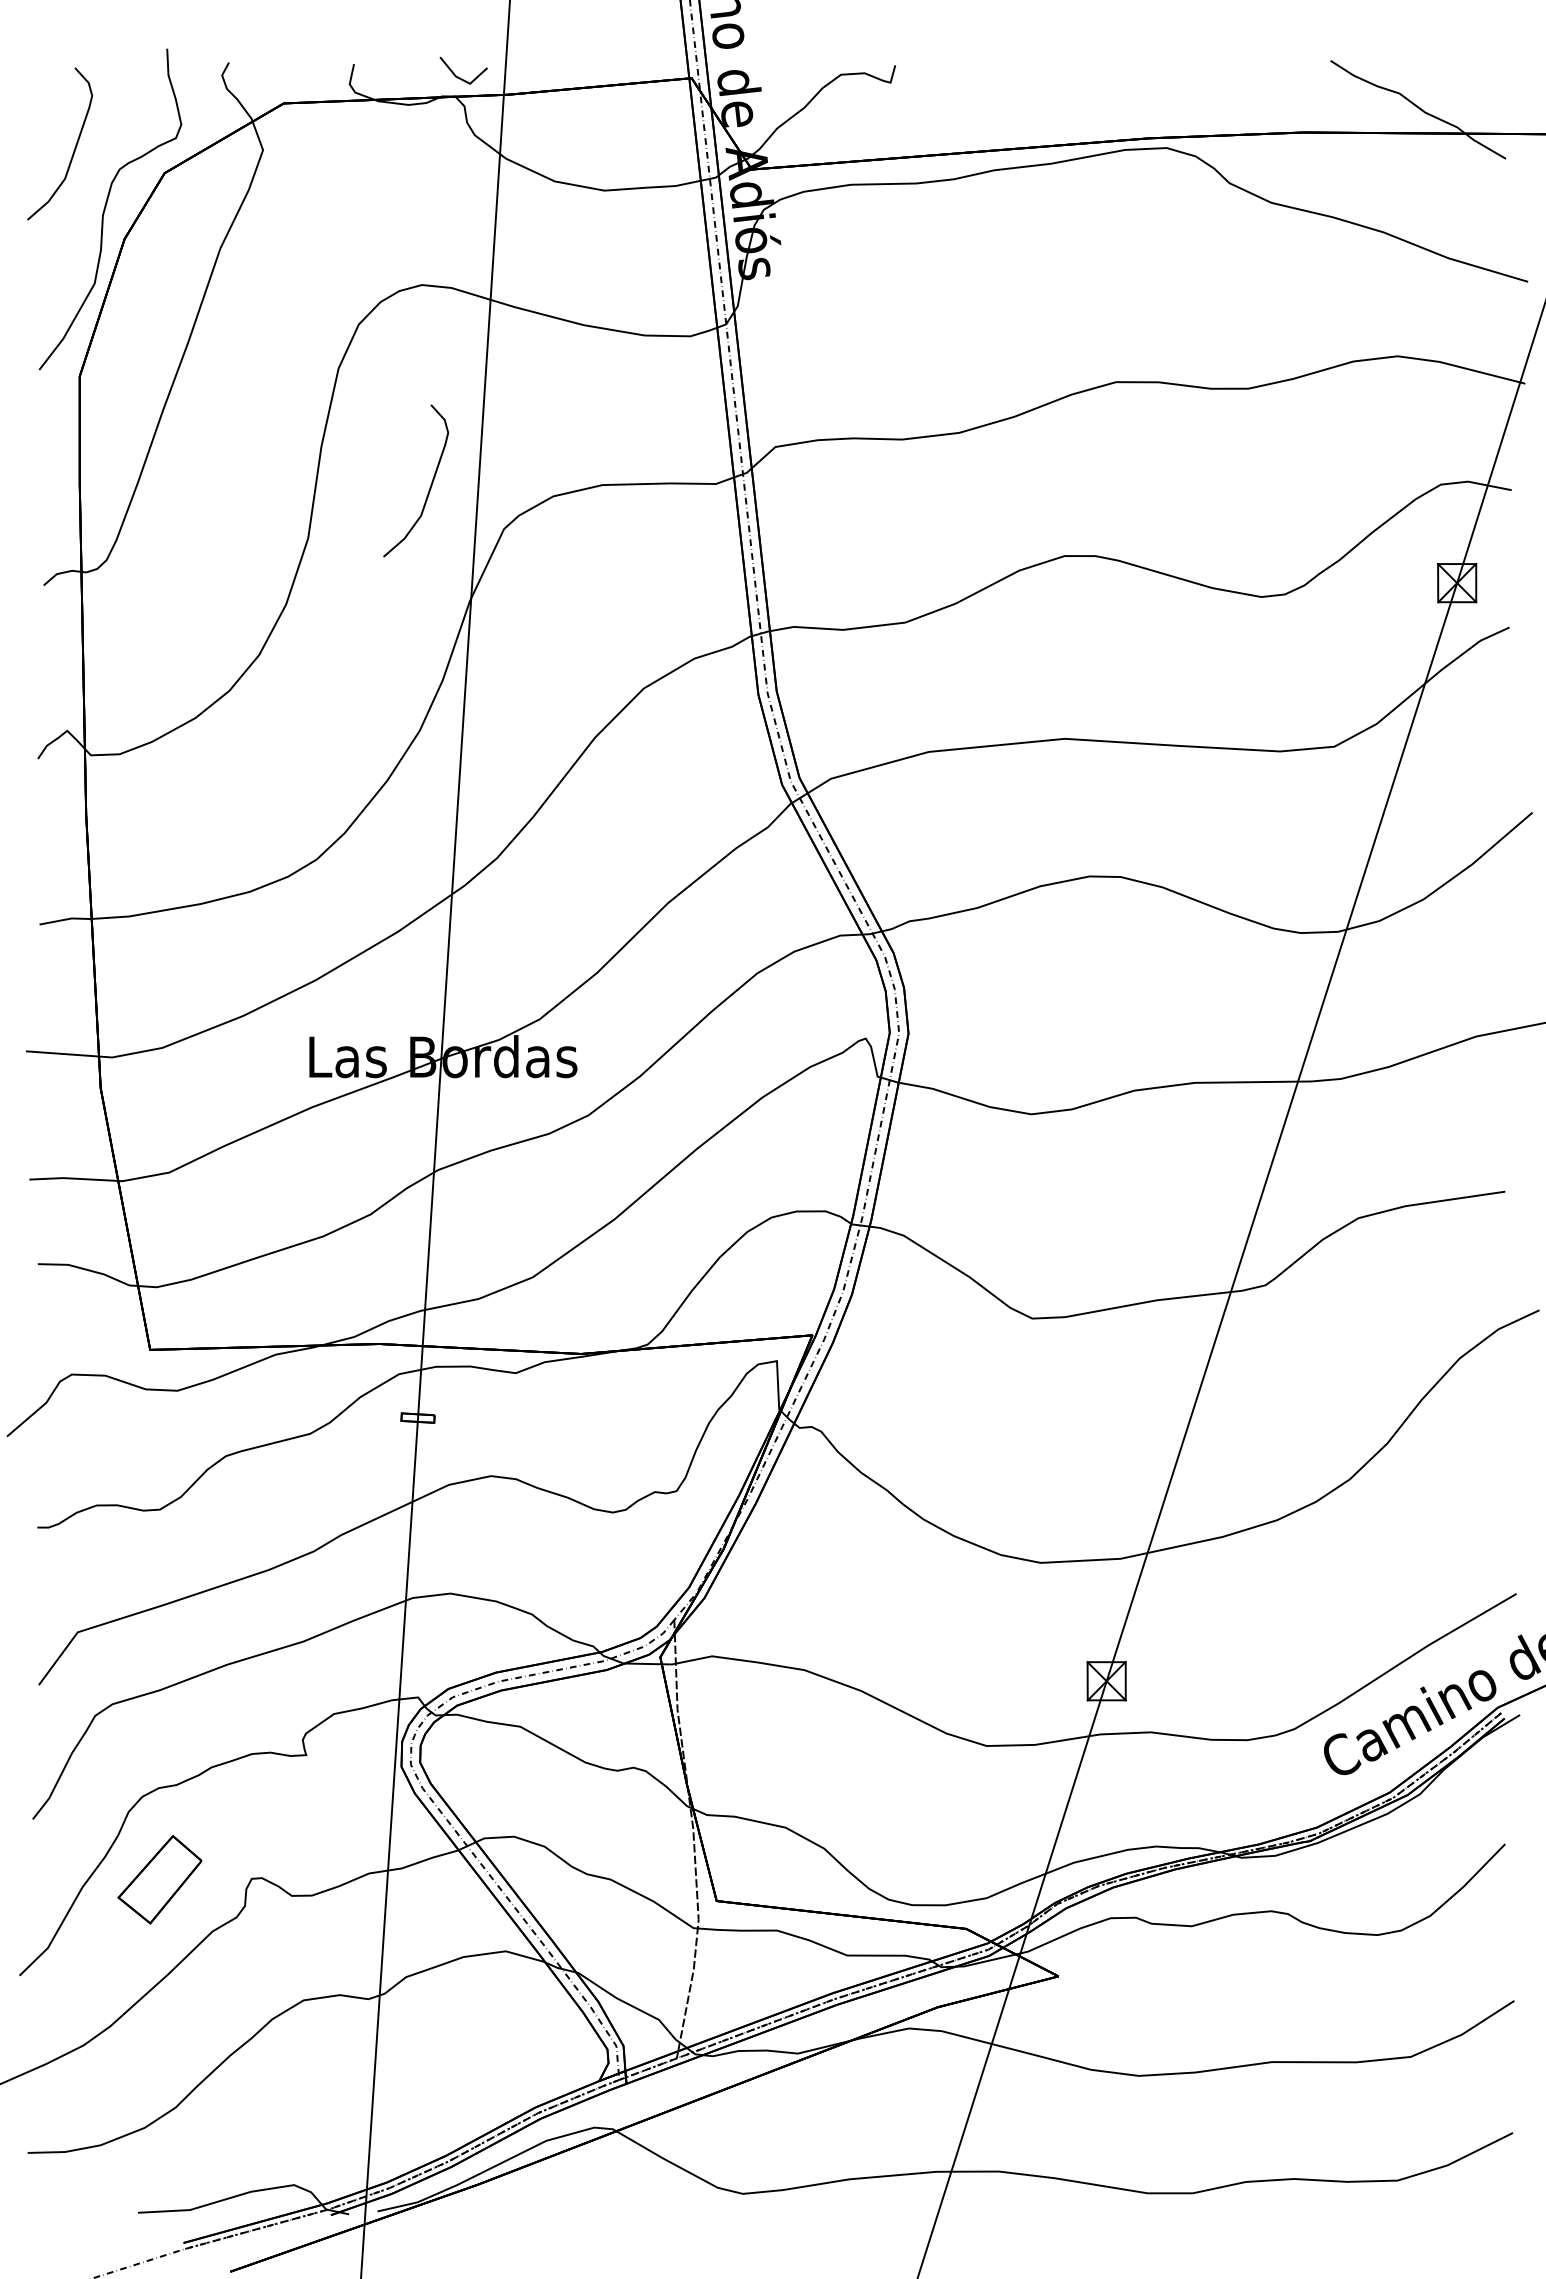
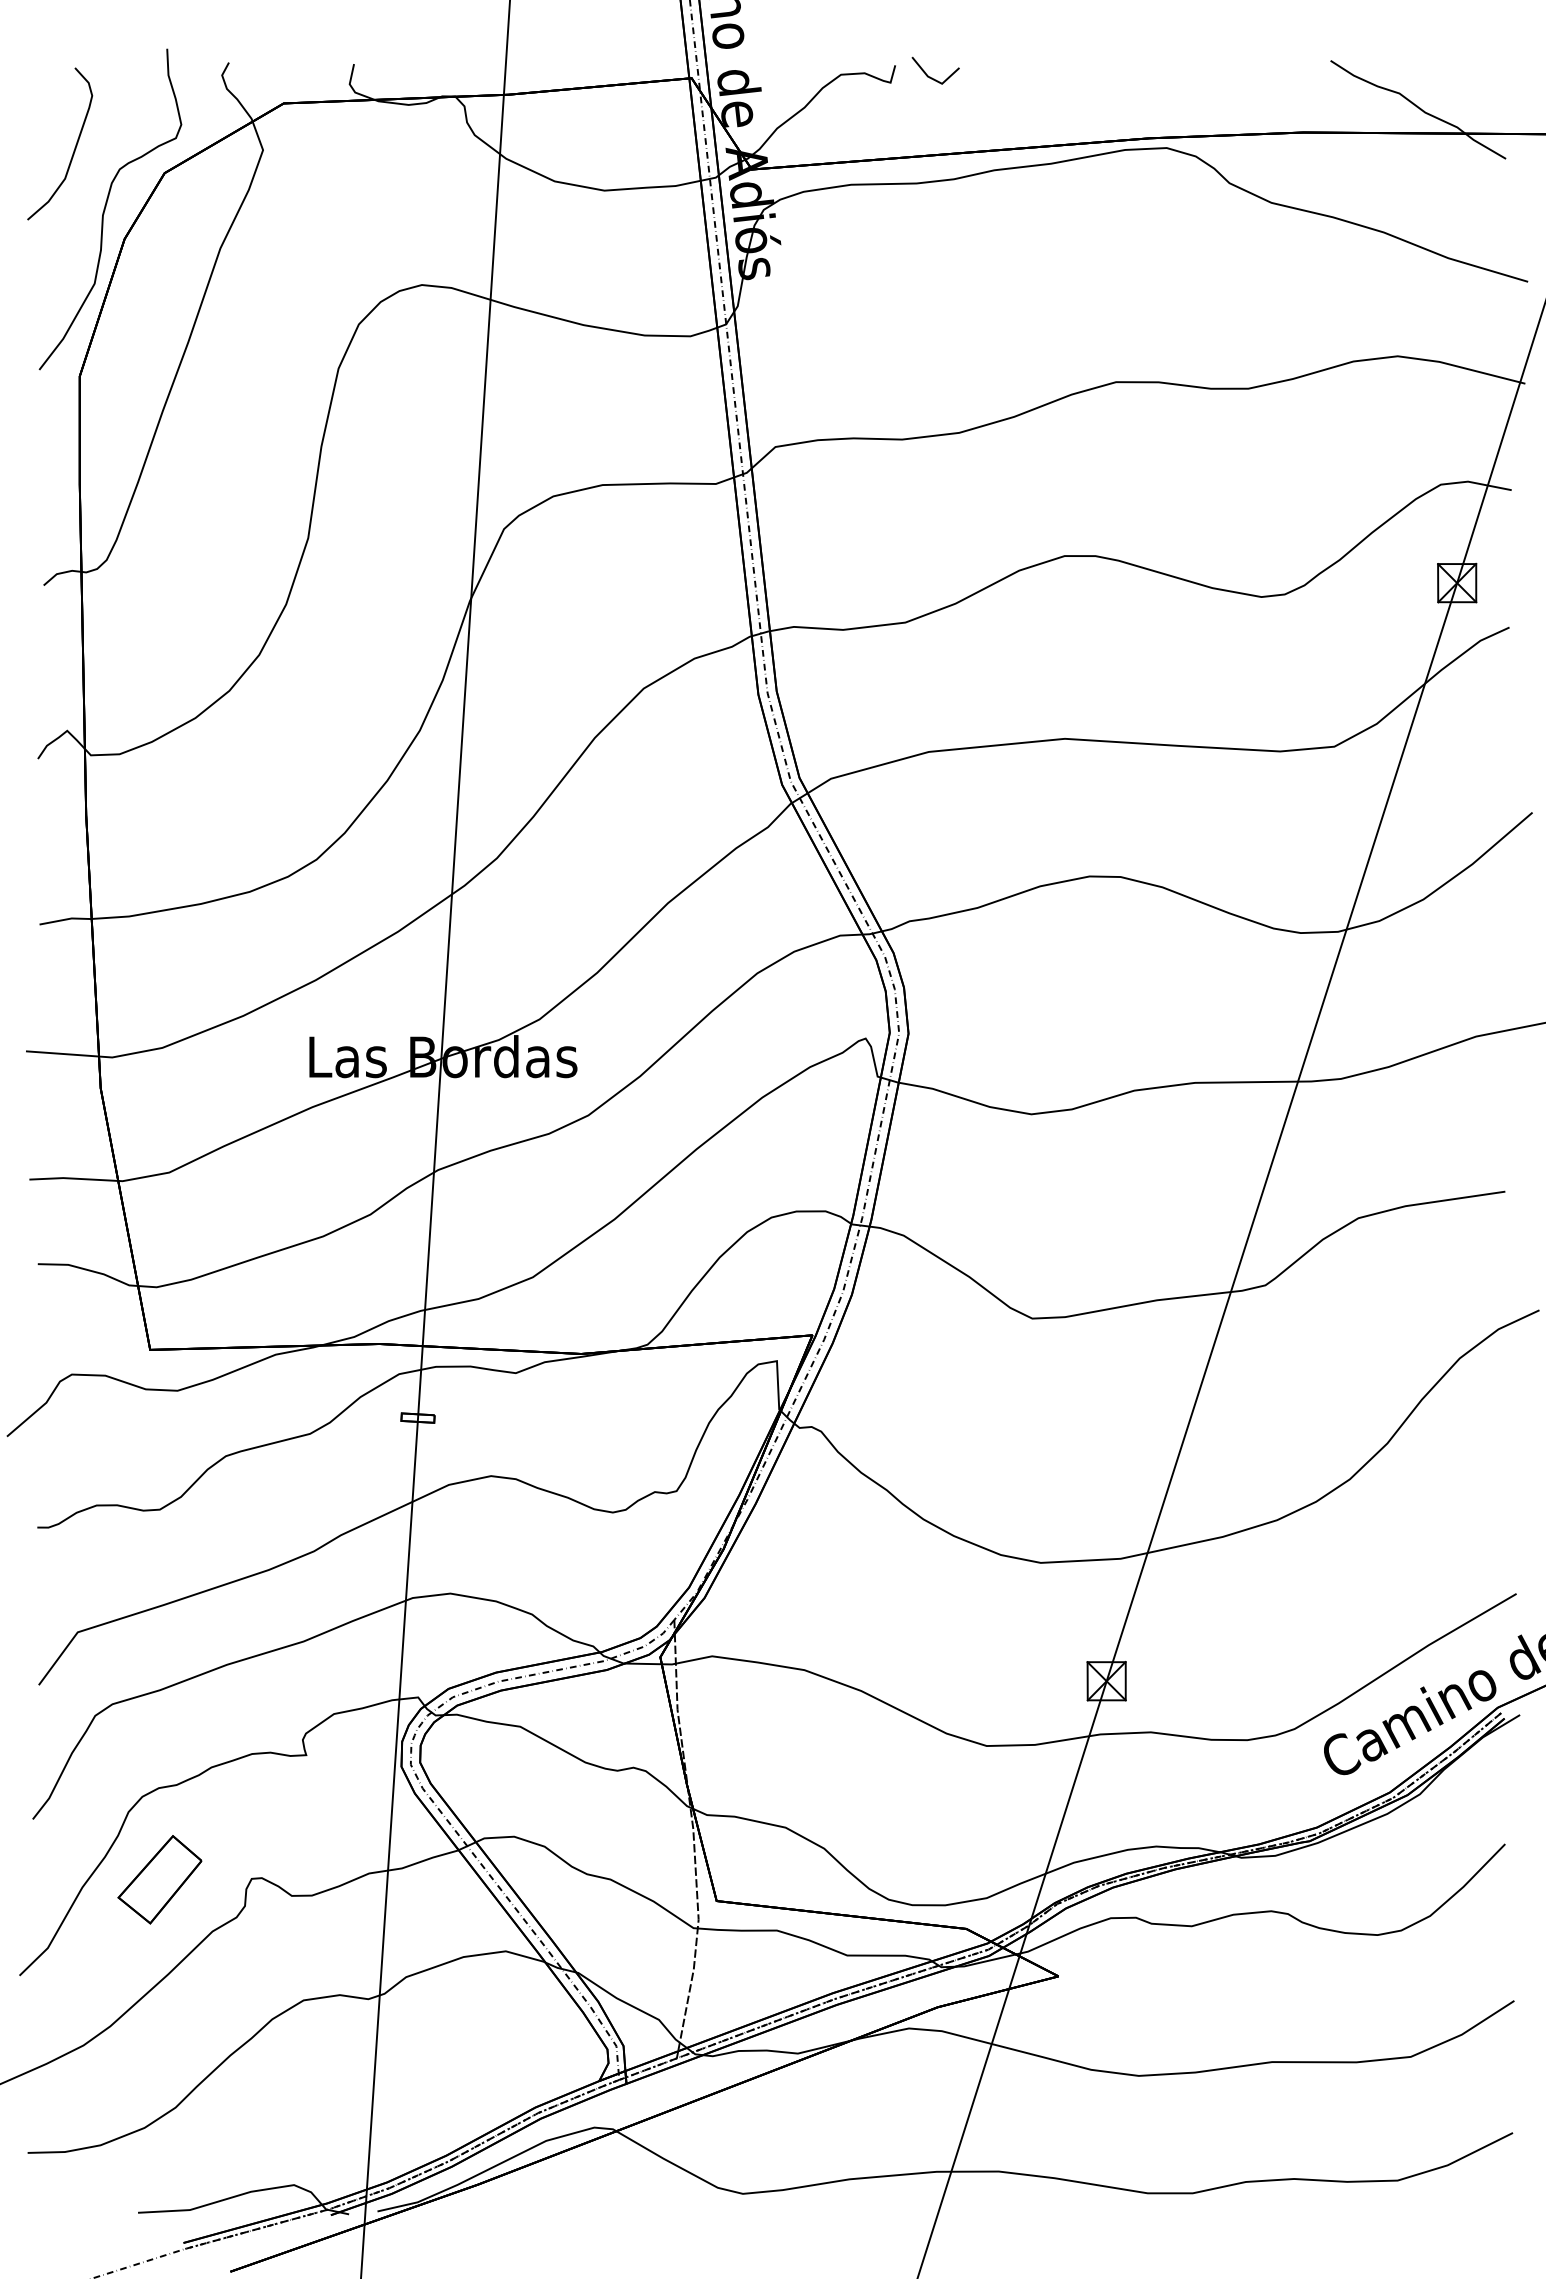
line at (460, 77) position: (460, 77) -> (932, 77)
curve at (430, 484): present -> none
